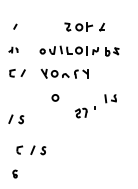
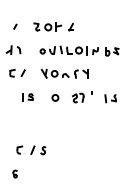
part at (84, 26) position: (84, 26) -> (53, 26)
part at (13, 49) size: 11x8 px -> 17x10 px
part at (27, 97): none -> present
part at (85, 112) position: (85, 112) -> (82, 97)
part at (16, 119): present -> none
